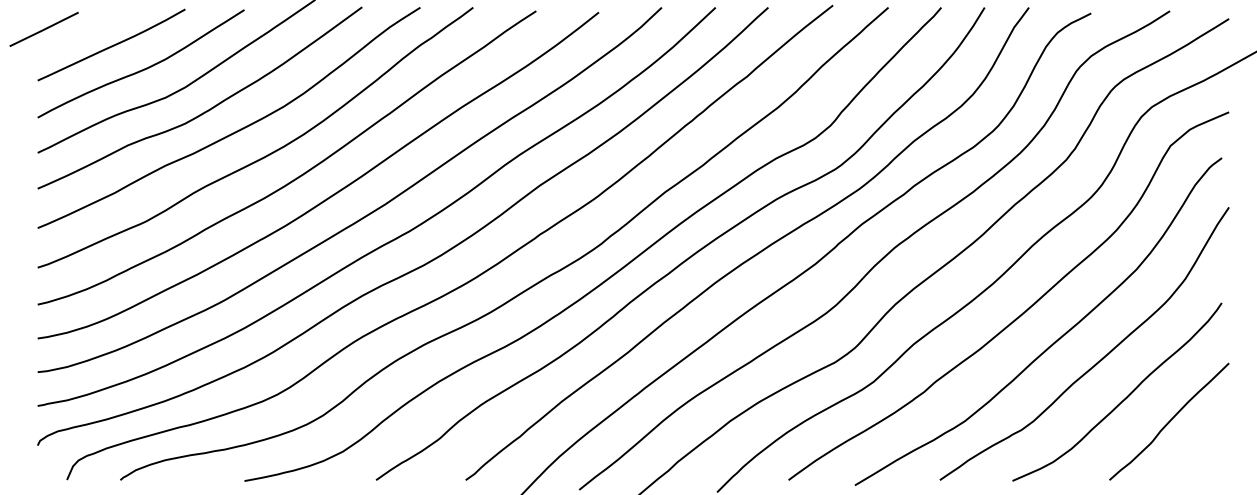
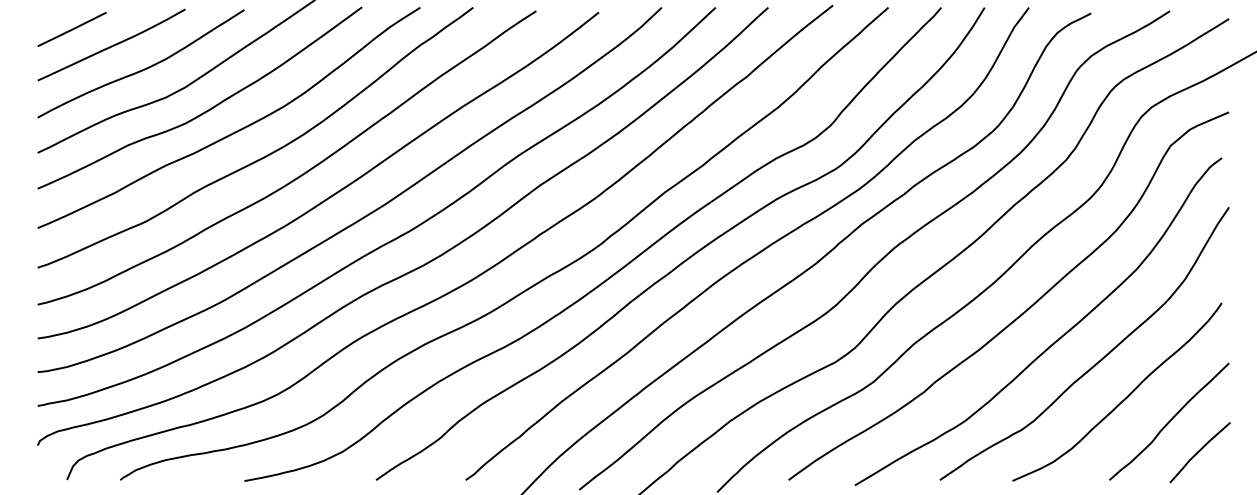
line at (43, 29) position: (43, 29) -> (71, 29)
line at (1199, 452): none -> present
